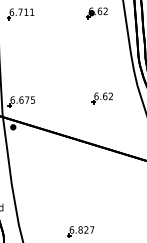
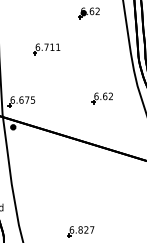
part at (96, 13) position: (96, 13) -> (88, 13)
part at (20, 14) position: (20, 14) -> (46, 49)
